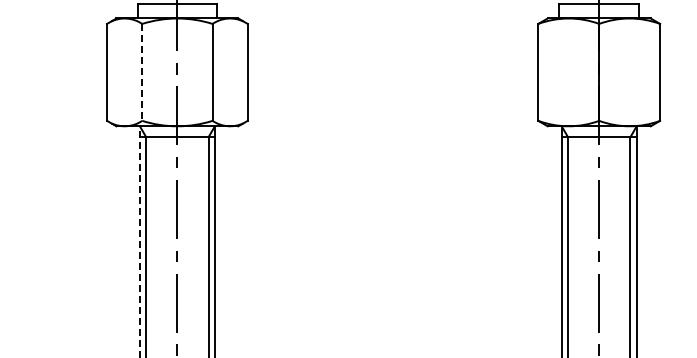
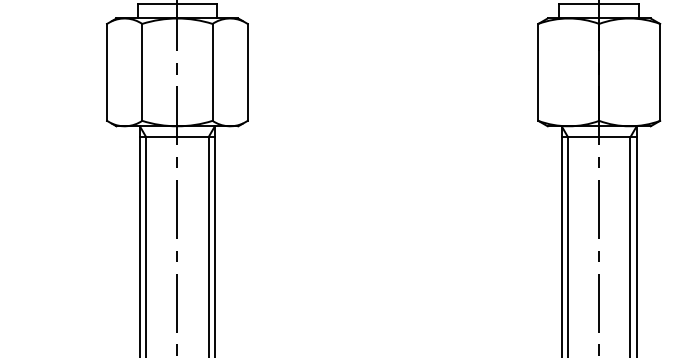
line at (142, 72): dashed -> solid
line at (139, 241): dashed -> solid
